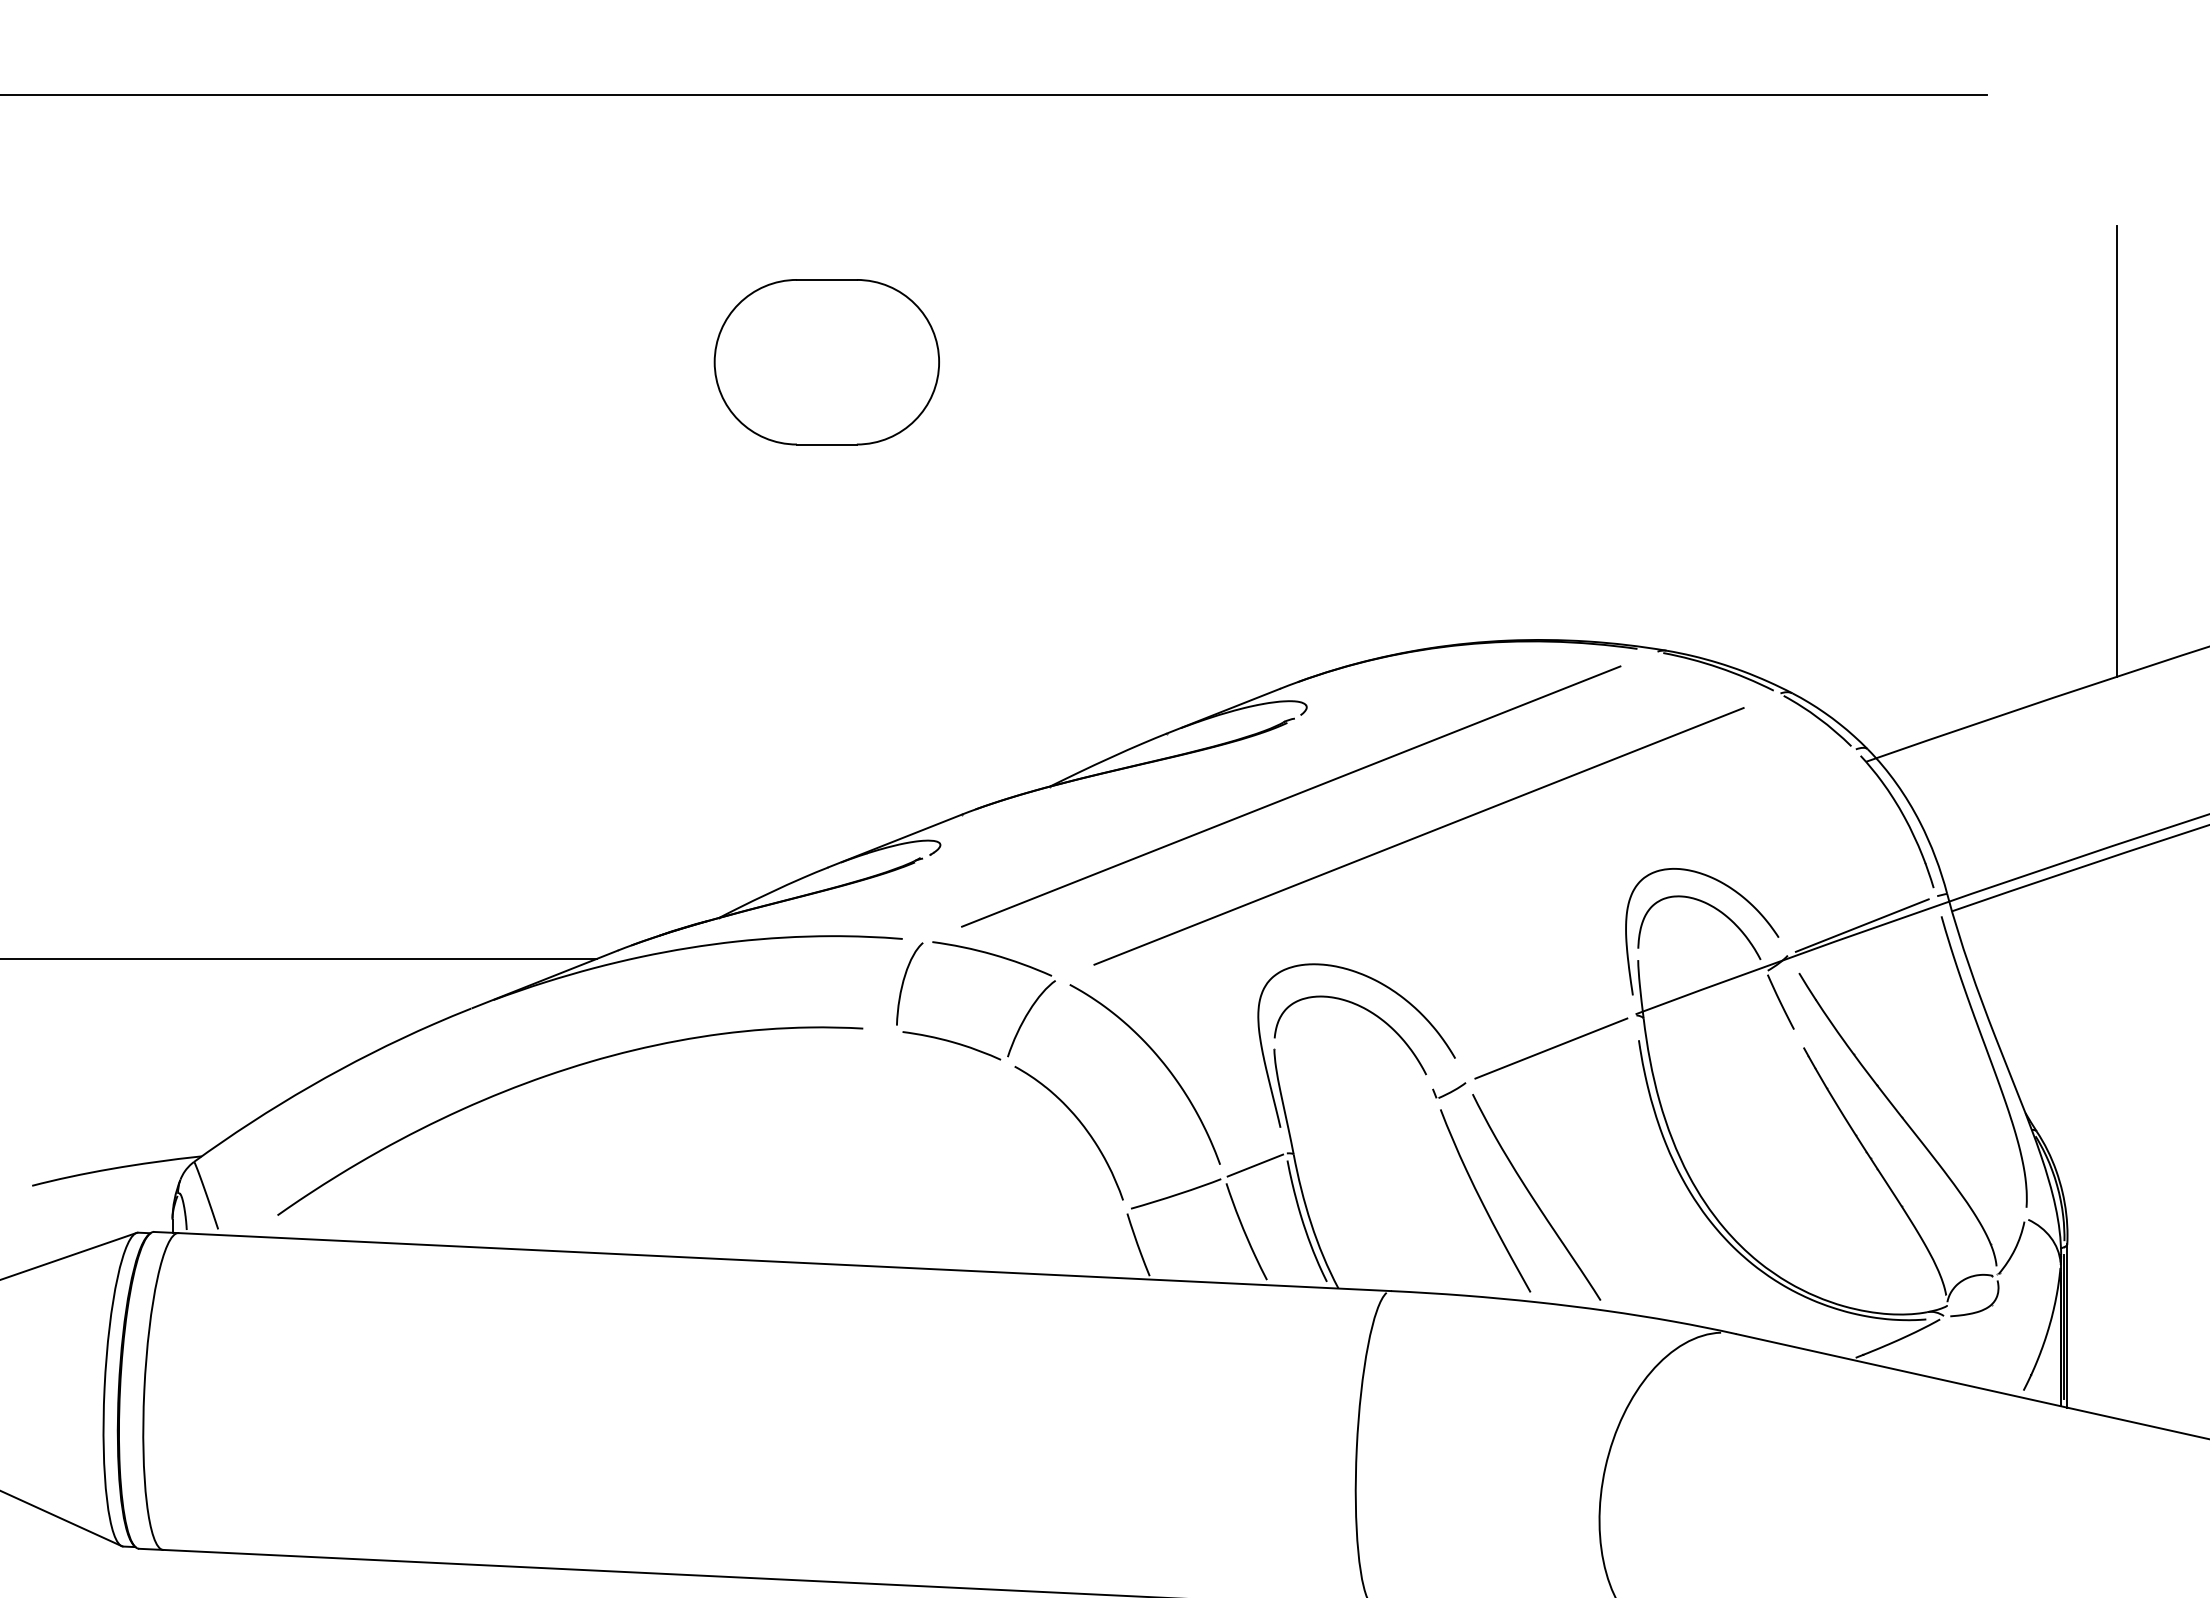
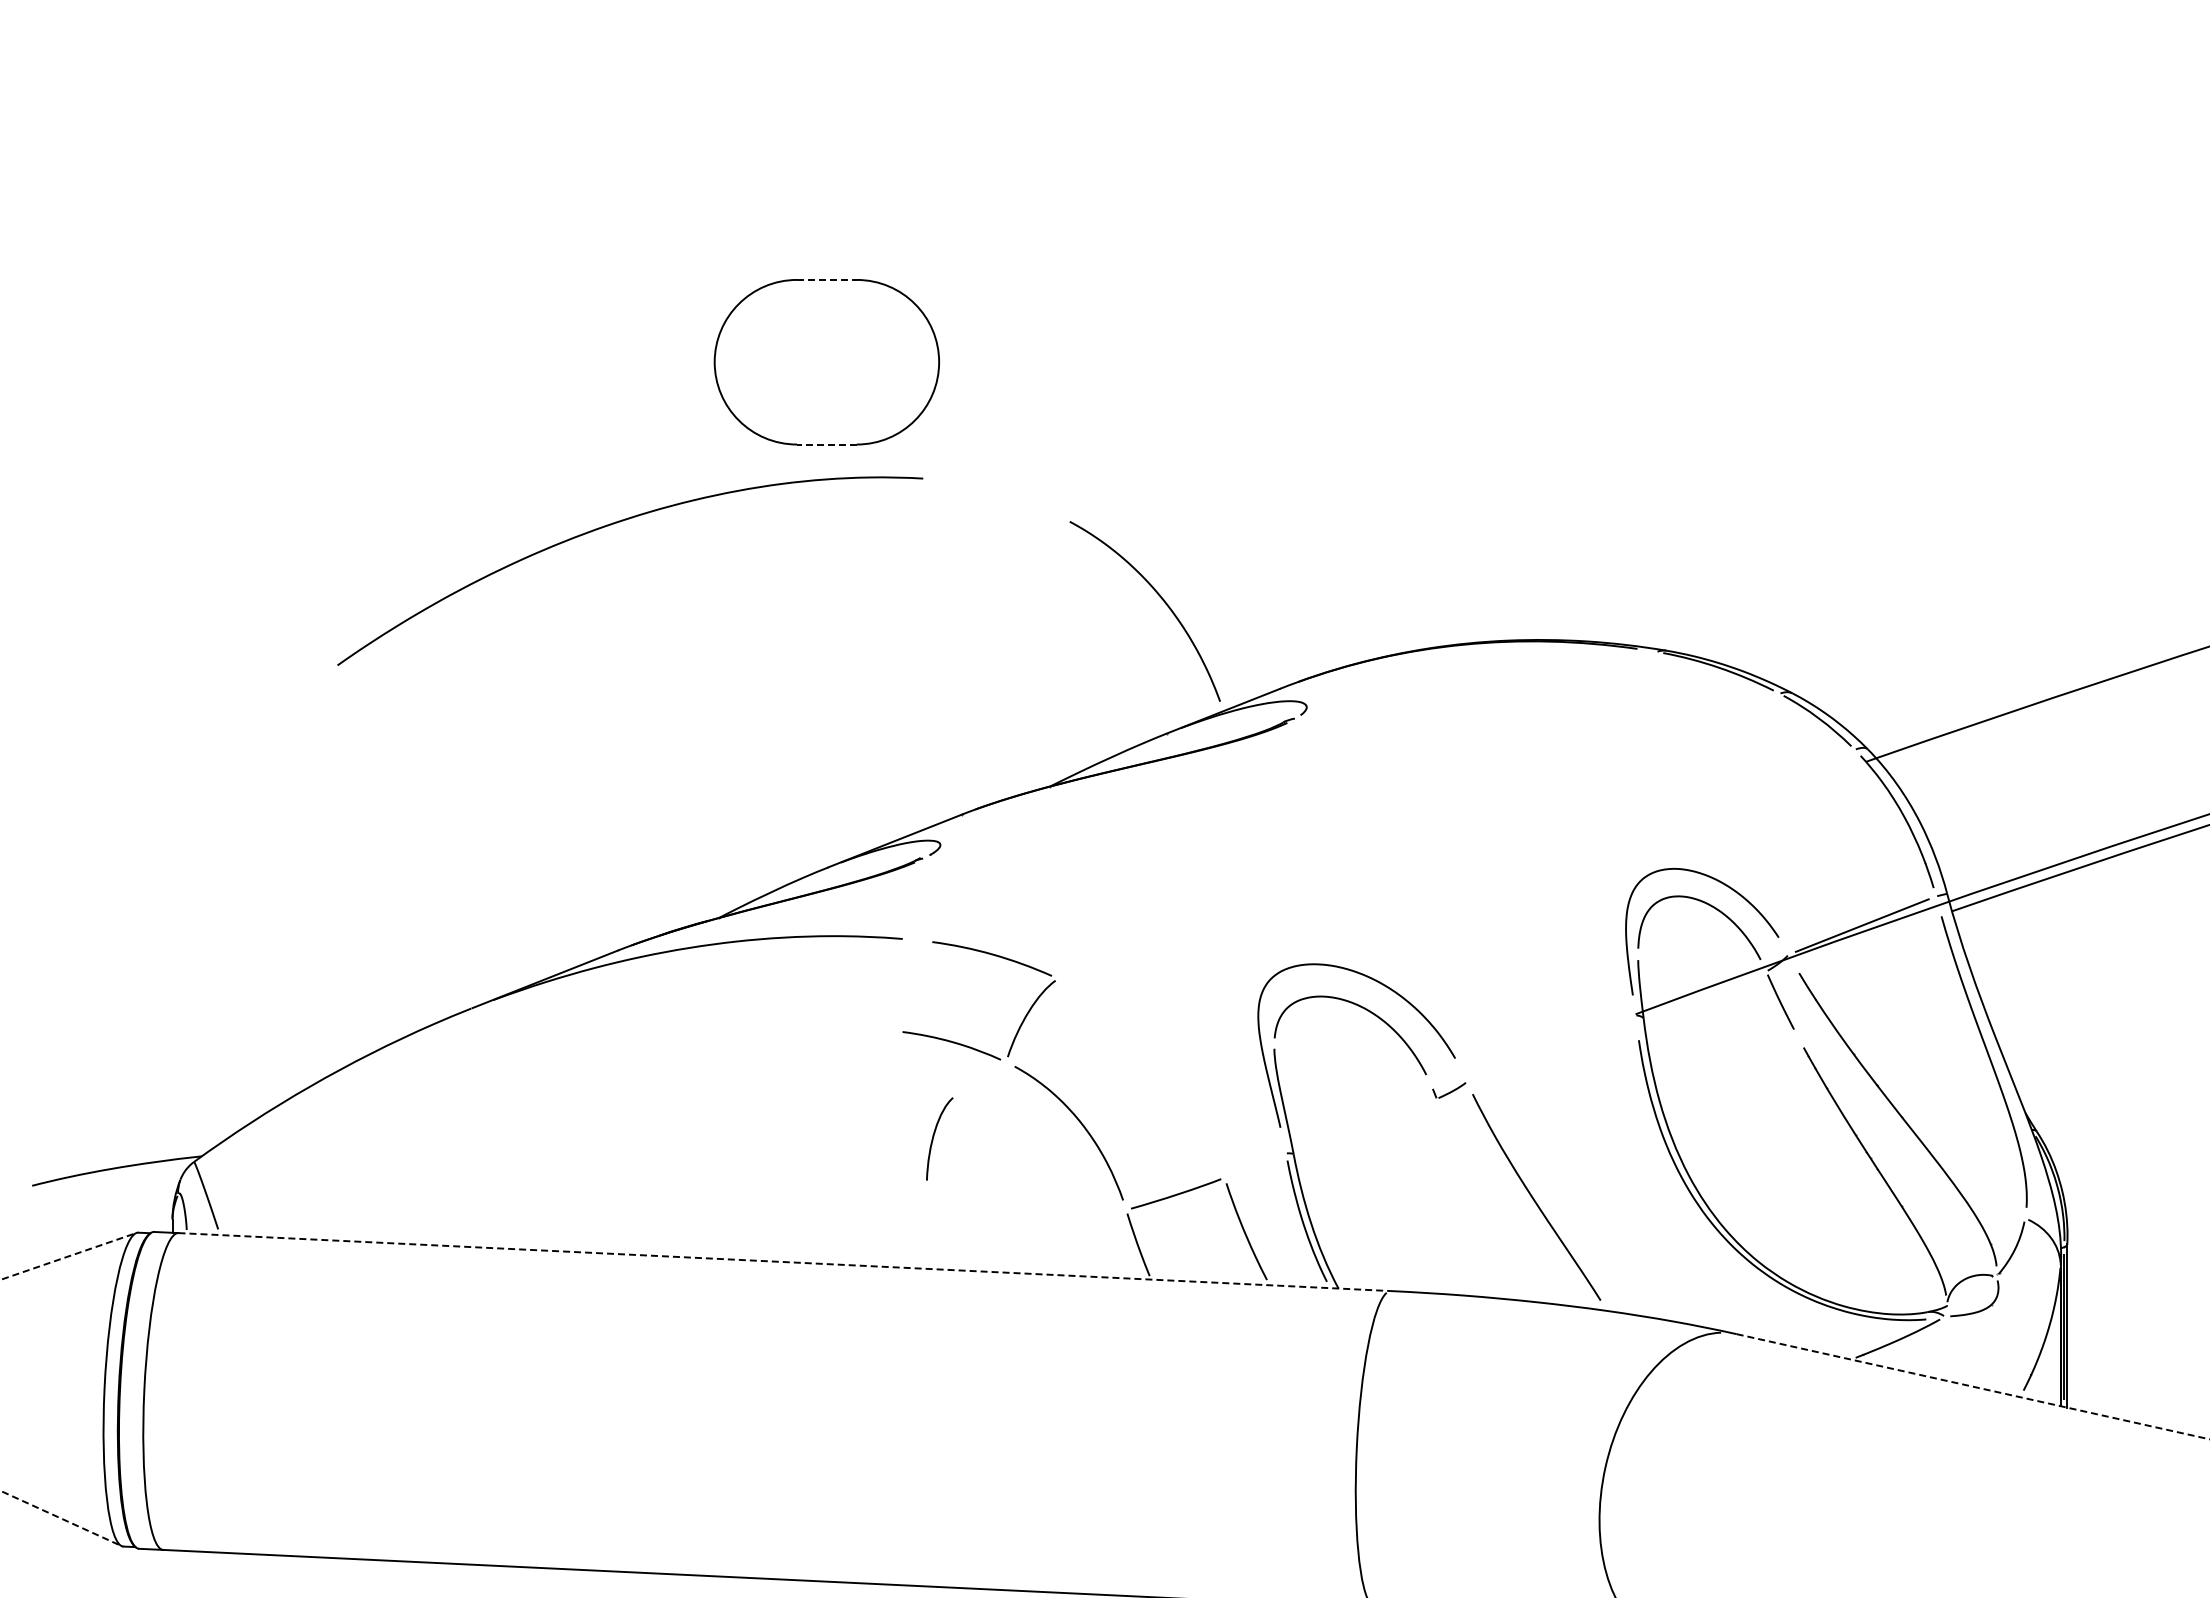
line at (994, 94): present -> none
line at (826, 279): solid -> dashed
line at (826, 444): solid -> dashed
line at (2117, 450): present -> none
line at (1291, 796): present -> none
line at (1418, 836): present -> none
line at (299, 958): present -> none
curve at (904, 981) position: (904, 981) -> (934, 1136)
line at (1551, 1048): present -> none
curve at (1160, 1061) position: (1160, 1061) -> (1160, 598)
curve at (554, 1074) position: (554, 1074) -> (614, 524)
line at (1255, 1165): present -> none
curve at (1483, 1202): present -> none
line at (68, 1256): solid -> dashed
line at (784, 1262): solid -> dashed
line at (1972, 1386): solid -> dashed
line at (60, 1518): solid -> dashed
